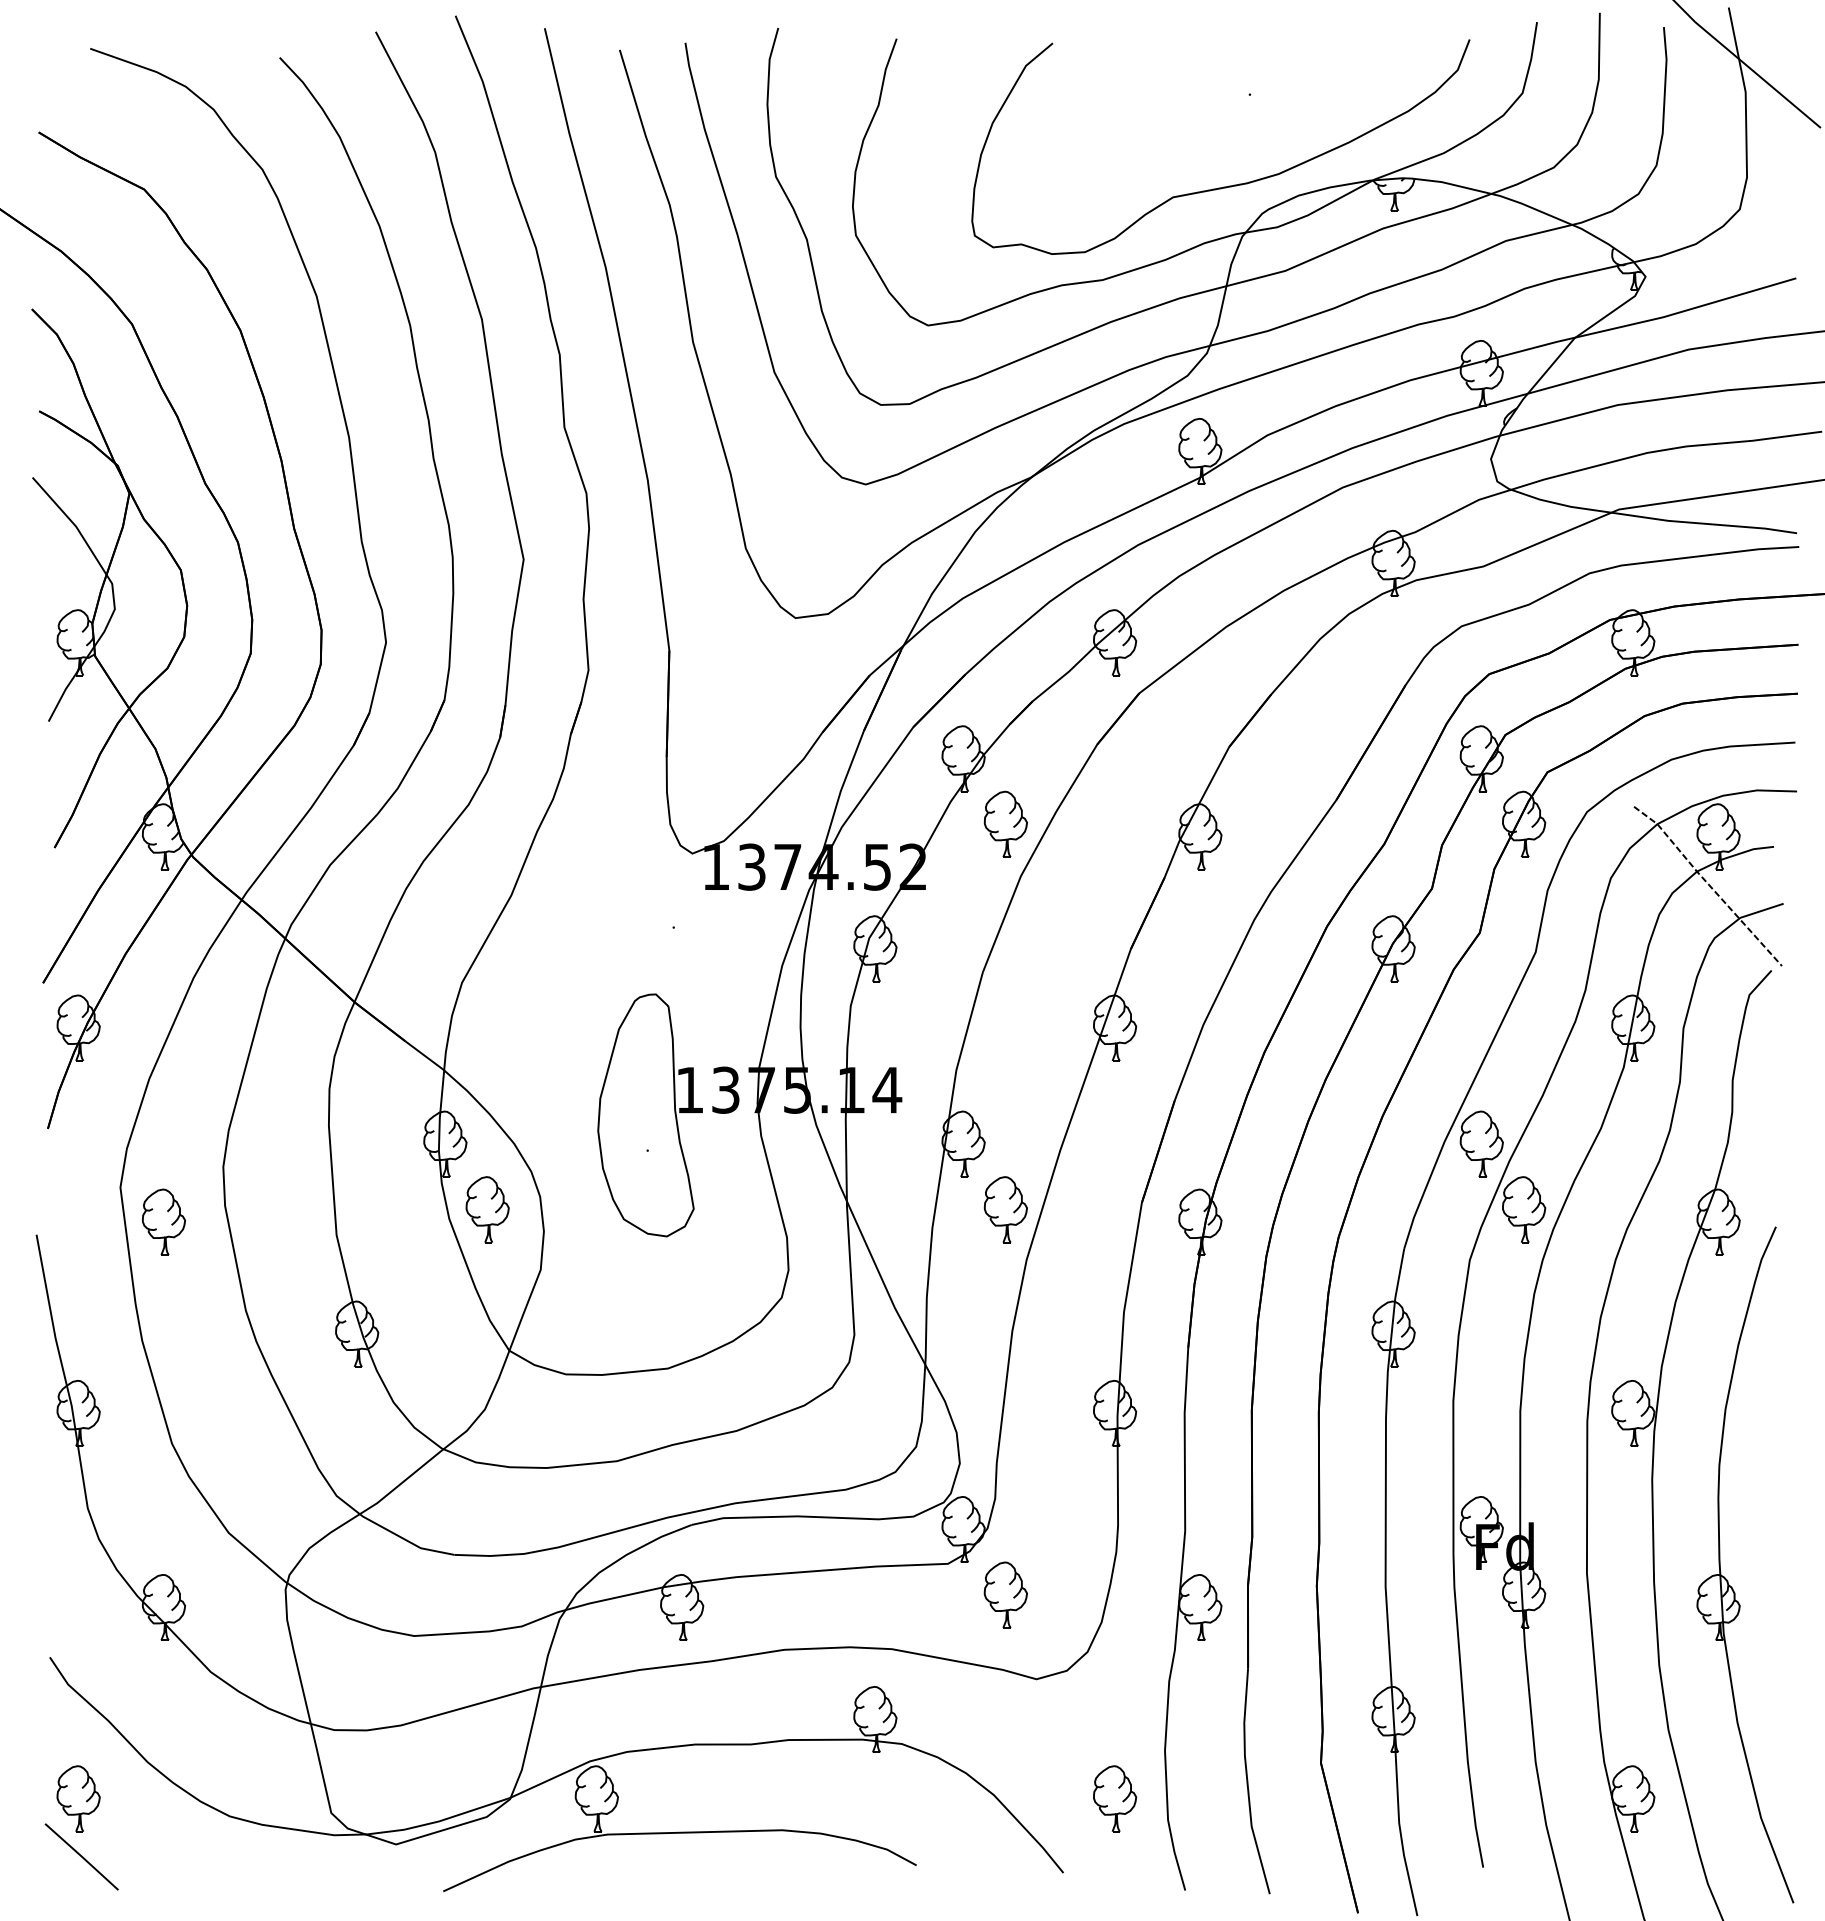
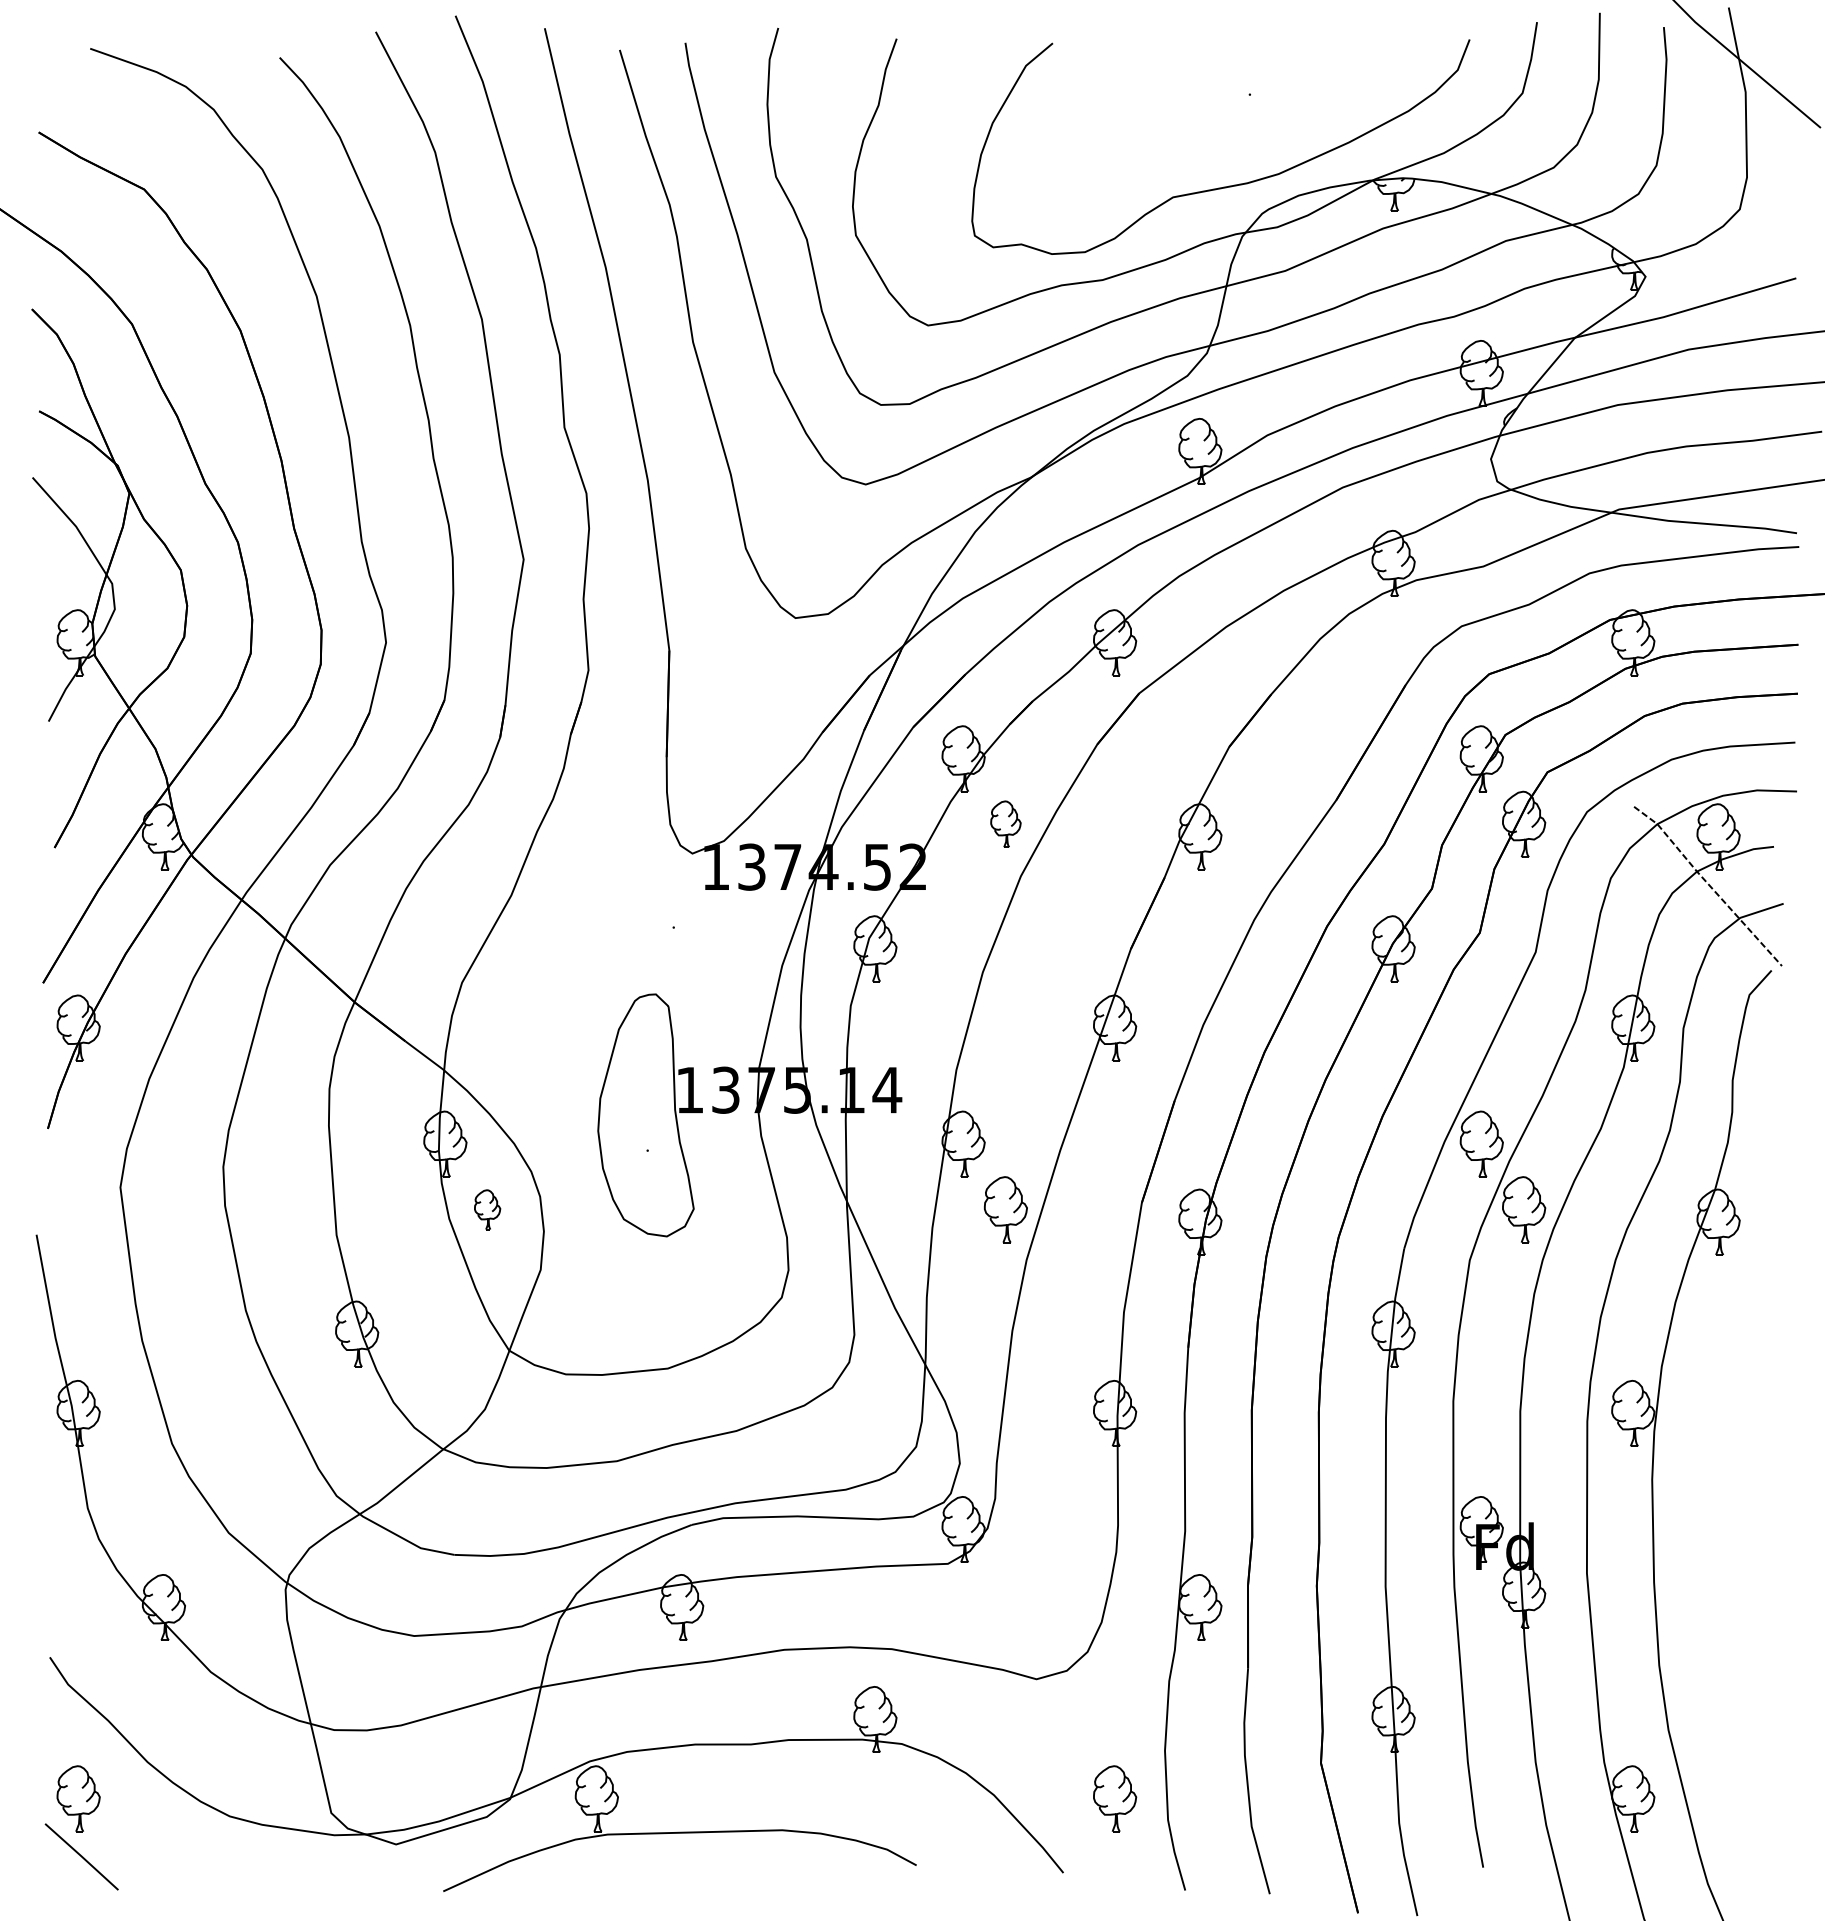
part at (1005, 823) size: 44x68 px -> 32x48 px
part at (487, 1209) size: 45x68 px -> 28x42 px
part at (164, 1221): present -> none
part at (1727, 1579): present -> none
part at (1005, 1594): present -> none
